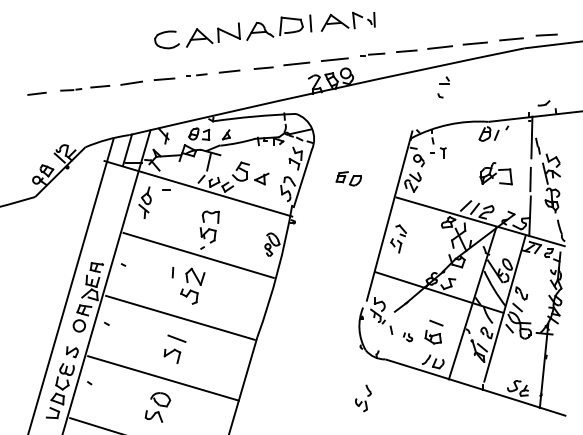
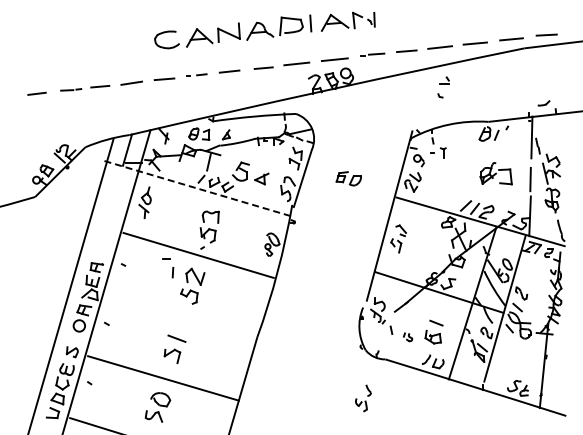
line at (198, 188): solid -> dashed
line at (166, 189) position: (166, 189) -> (166, 258)
line at (180, 317): present -> none
